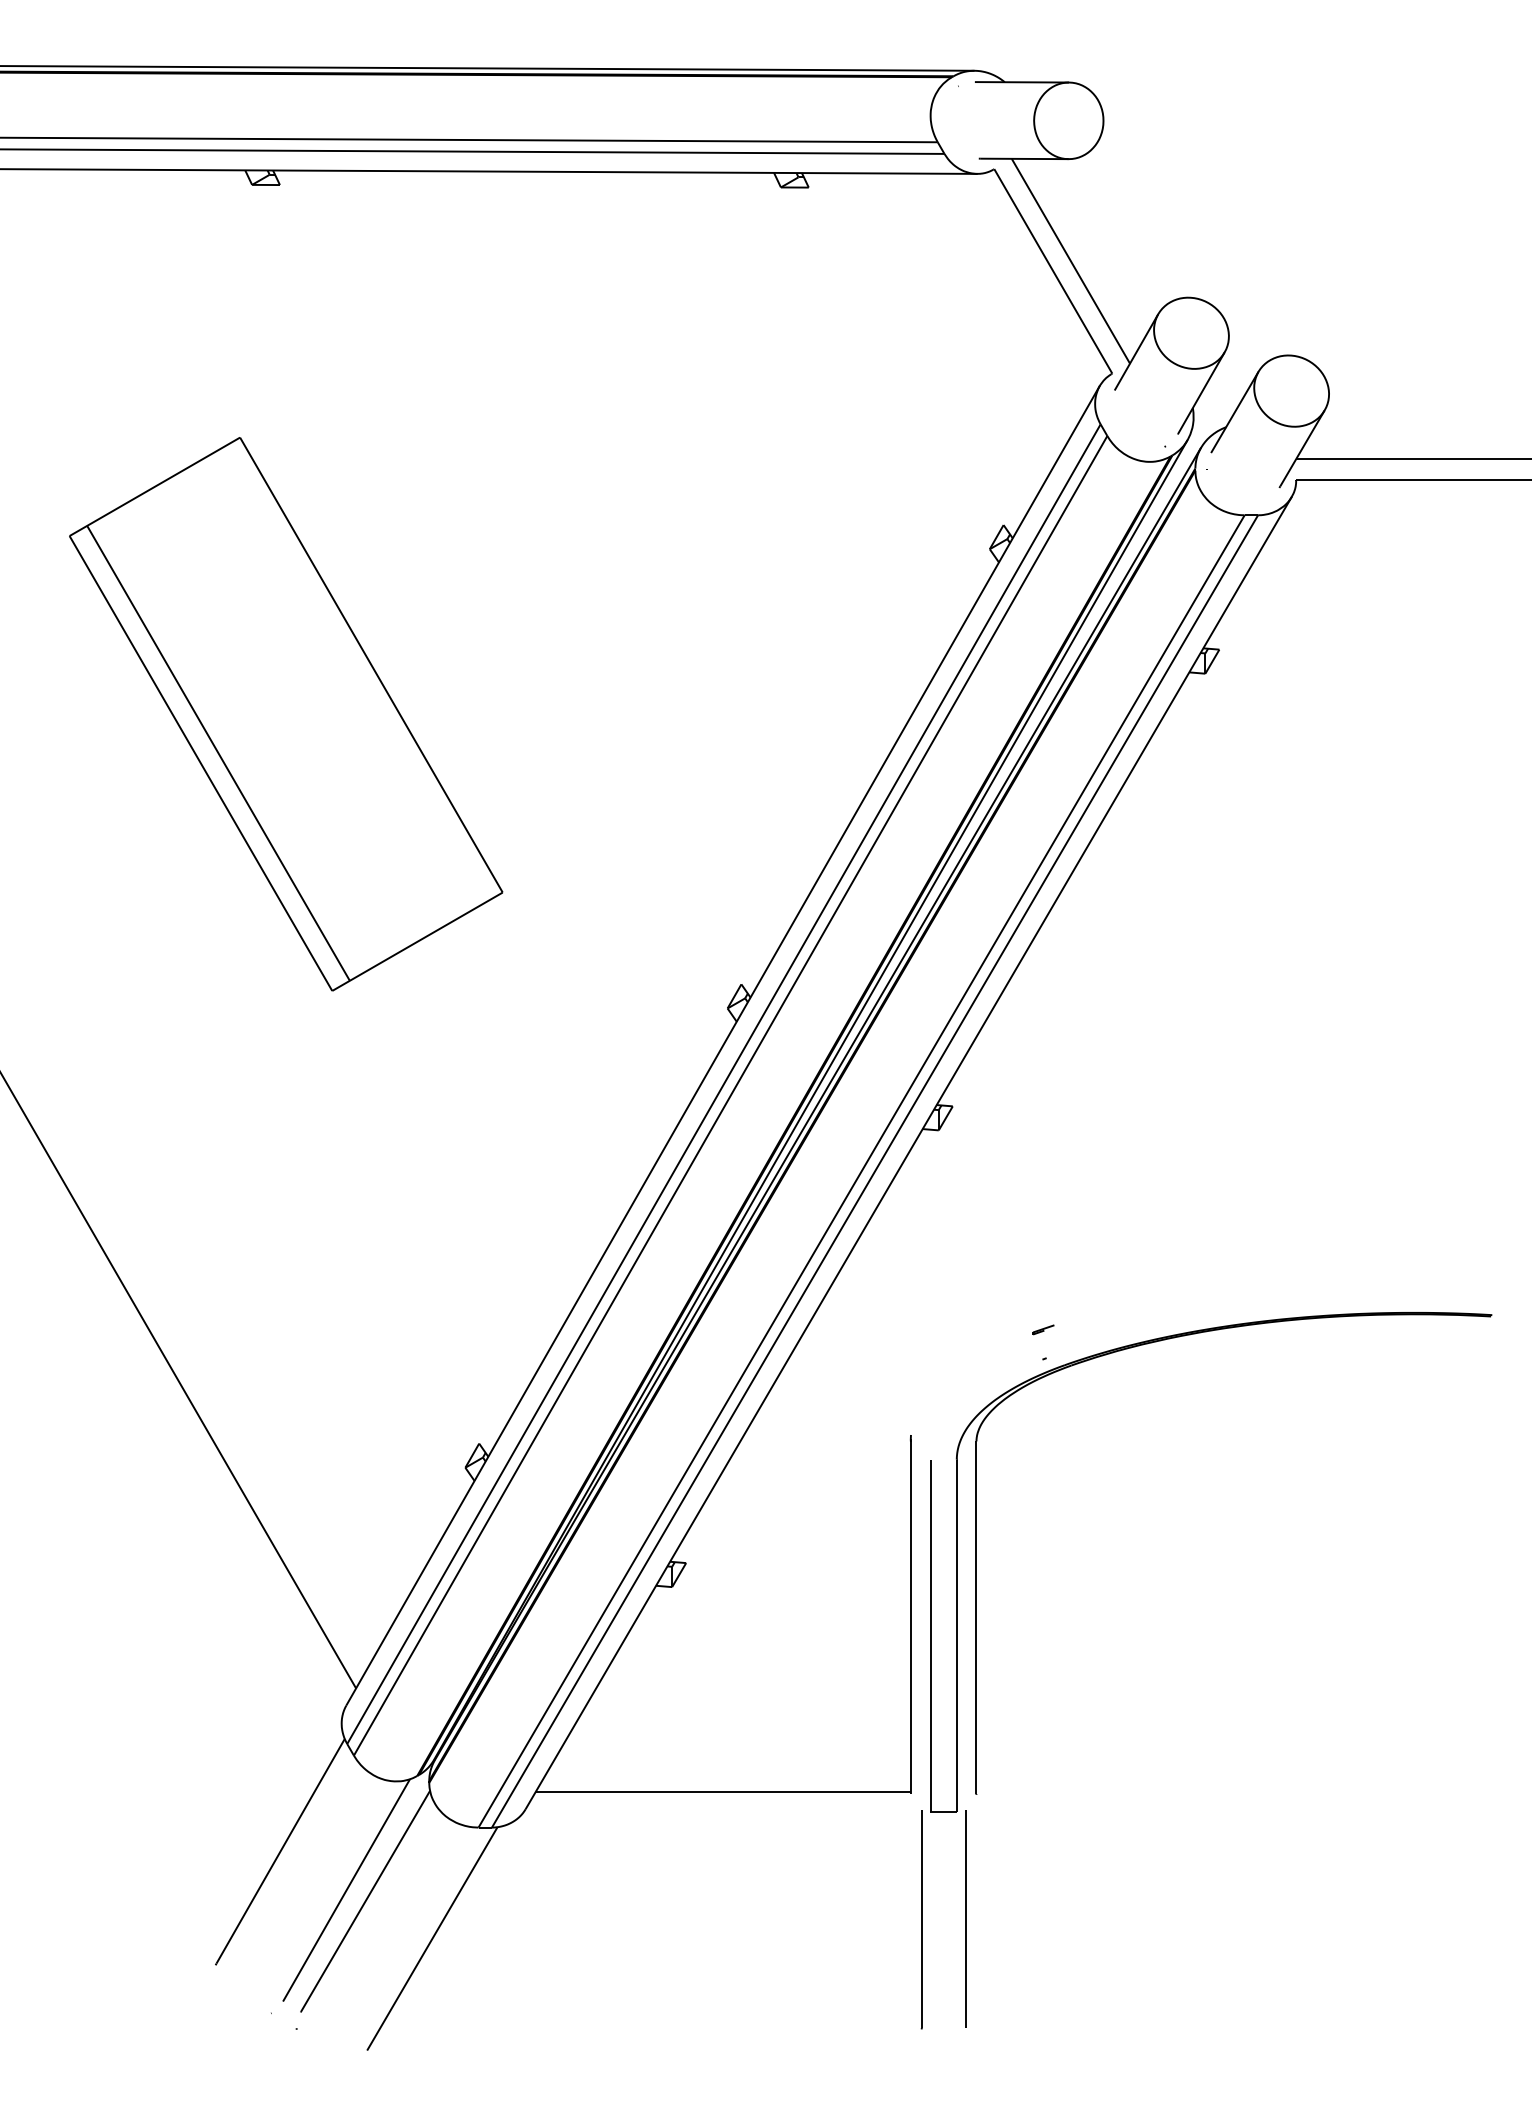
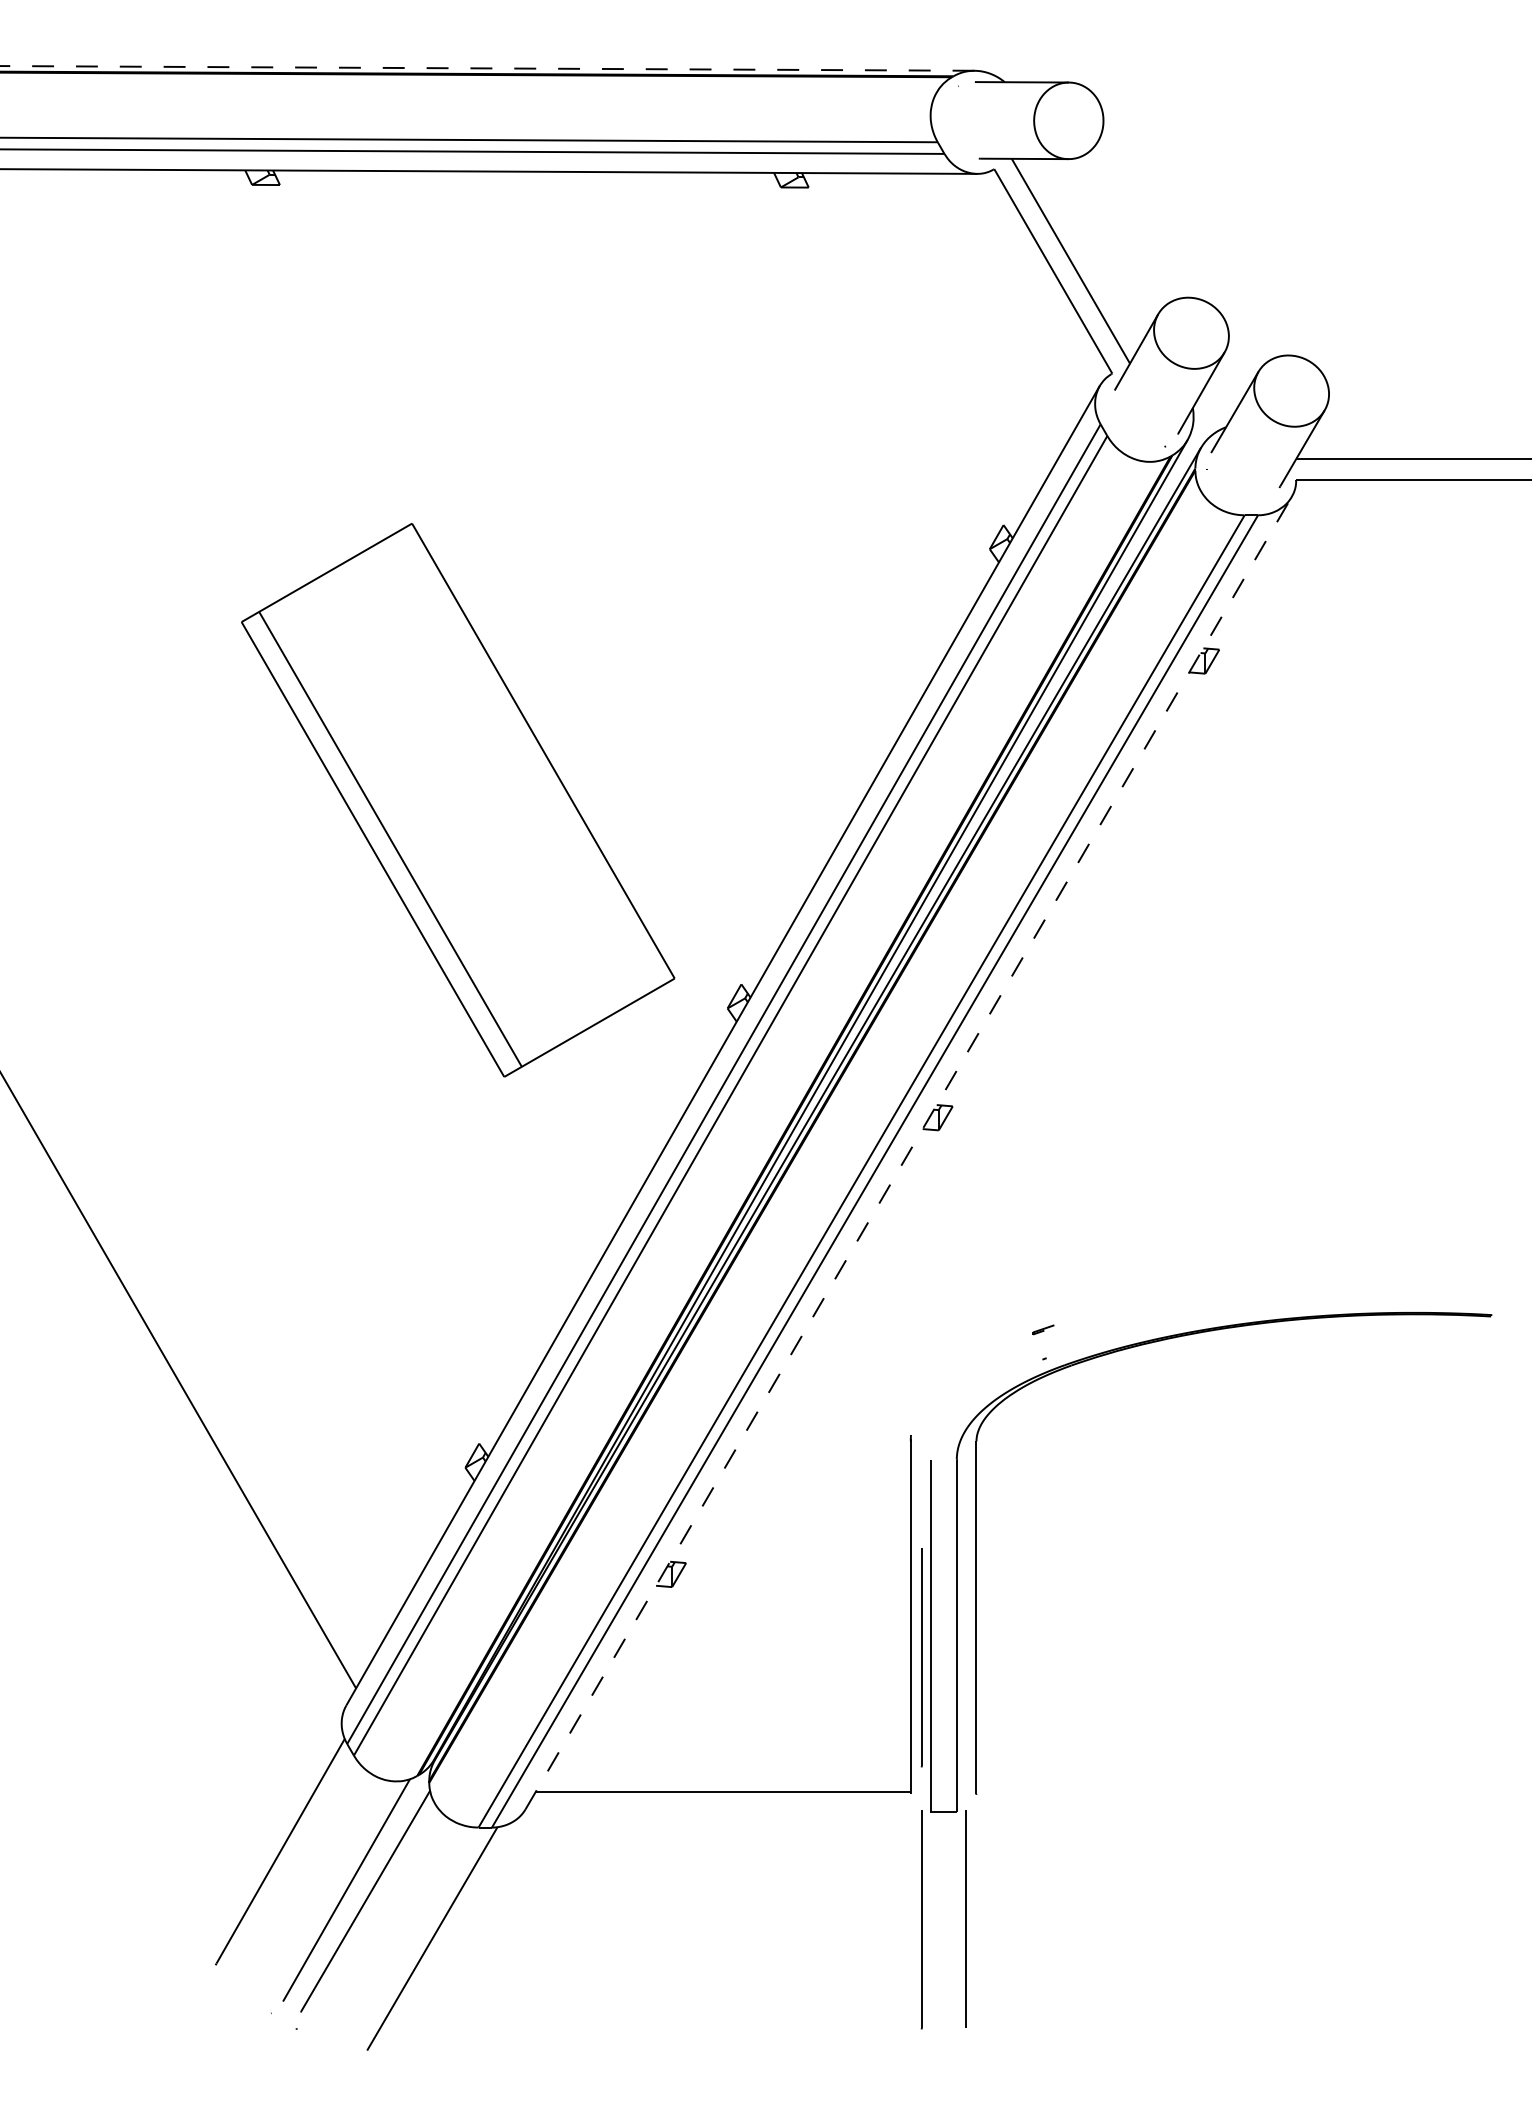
line at (486, 68): solid -> dashed
part at (286, 714) position: (286, 714) -> (458, 800)
line at (908, 1152): solid -> dashed
line at (921, 1657): none -> present
